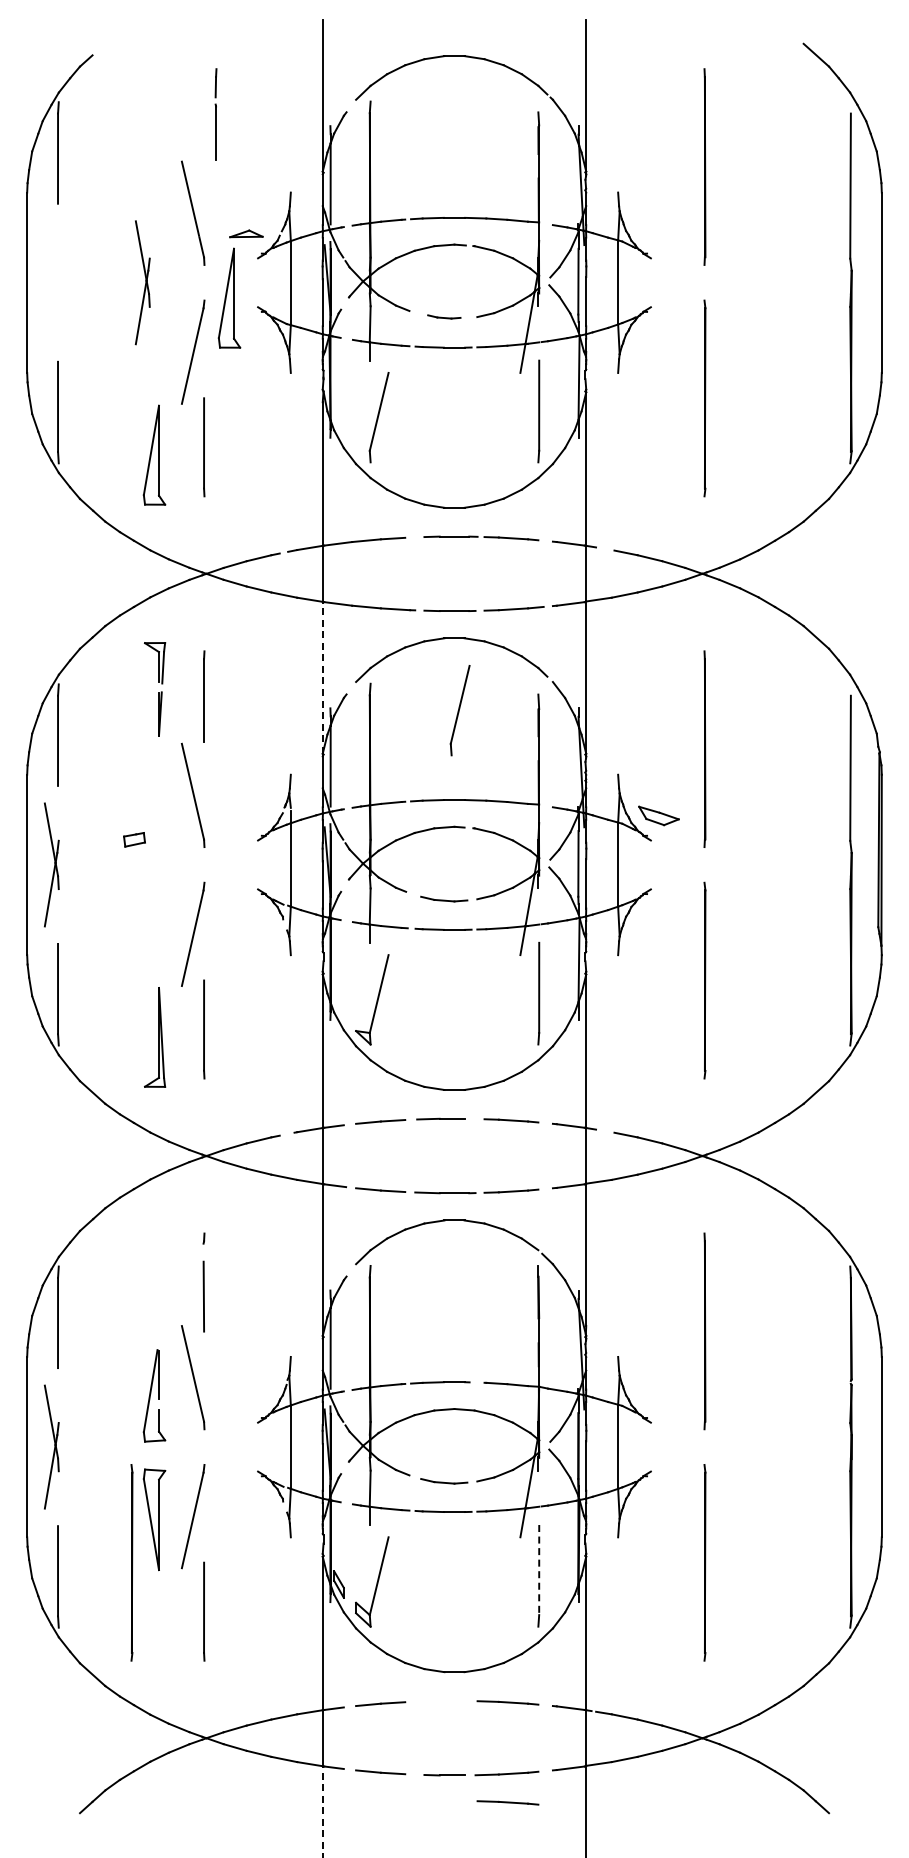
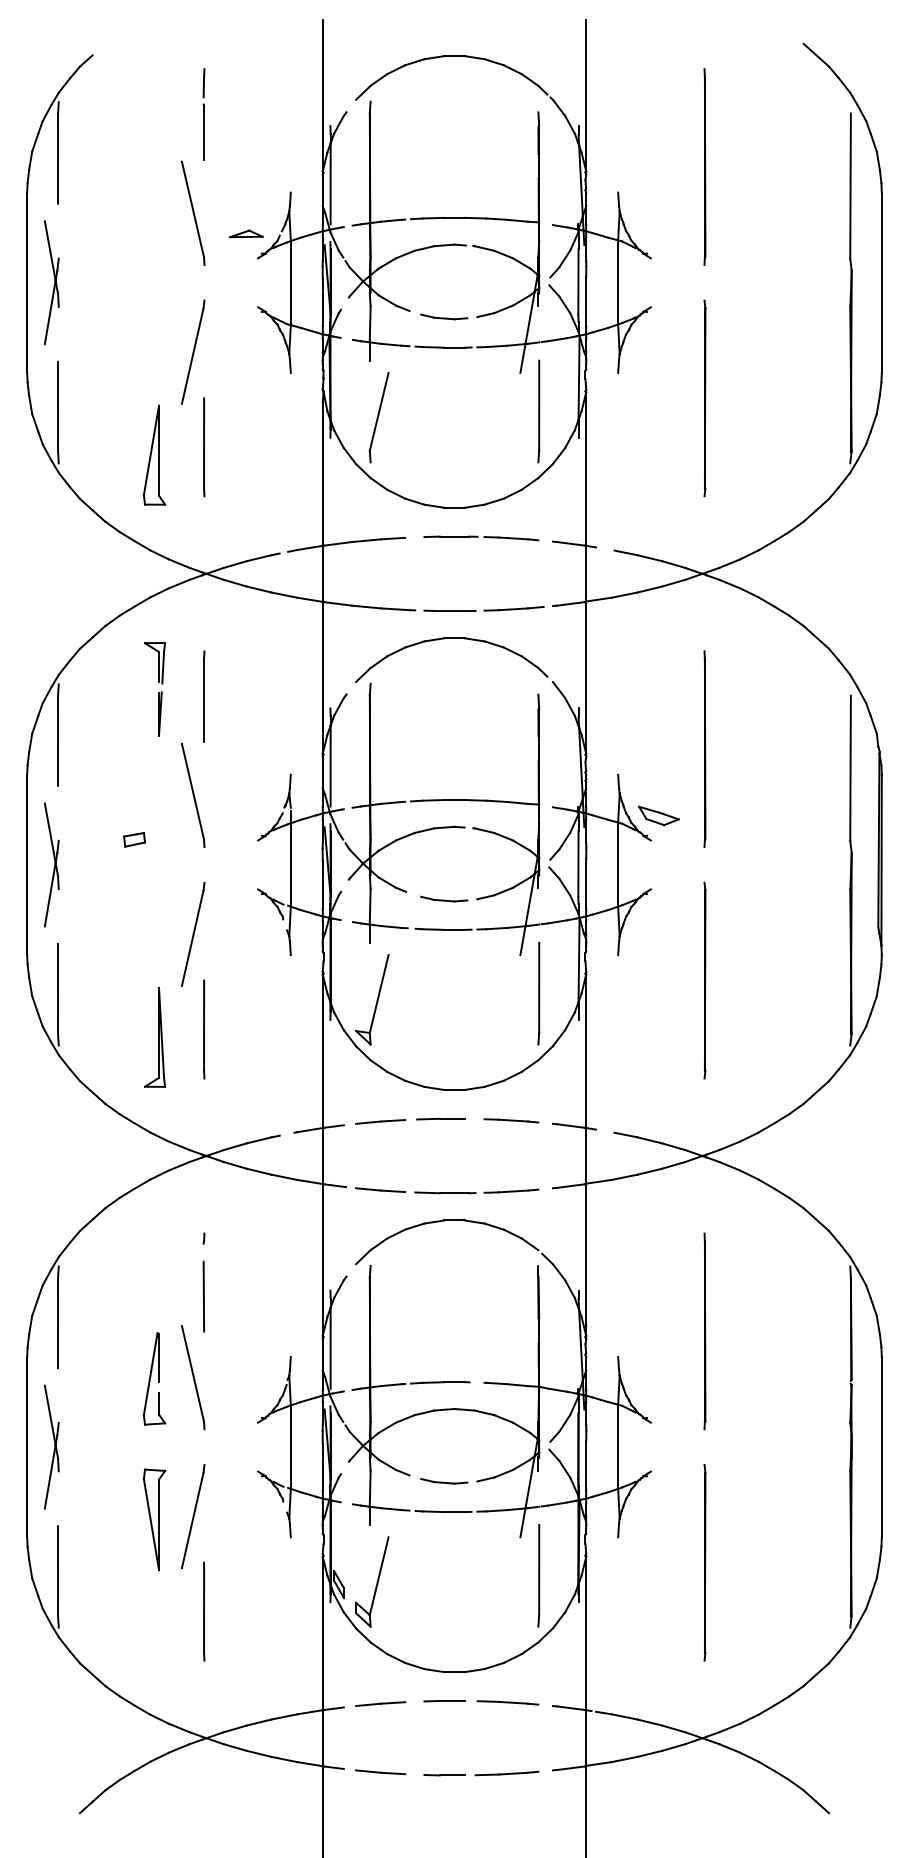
part at (215, 114) position: (215, 114) -> (203, 114)
part at (142, 282) position: (142, 282) -> (51, 282)
part at (229, 297): present -> none
part at (444, 316) size: 35x6 px -> 49x8 px
line at (322, 677): dashed -> solid
part at (459, 710): present -> none
part at (154, 1395) position: (154, 1395) -> (154, 1378)
part at (131, 1562): present -> none
line at (539, 1570): dashed -> solid
line at (444, 1701): none -> present
line at (507, 1802): present -> none
line at (322, 1811): dashed -> solid
